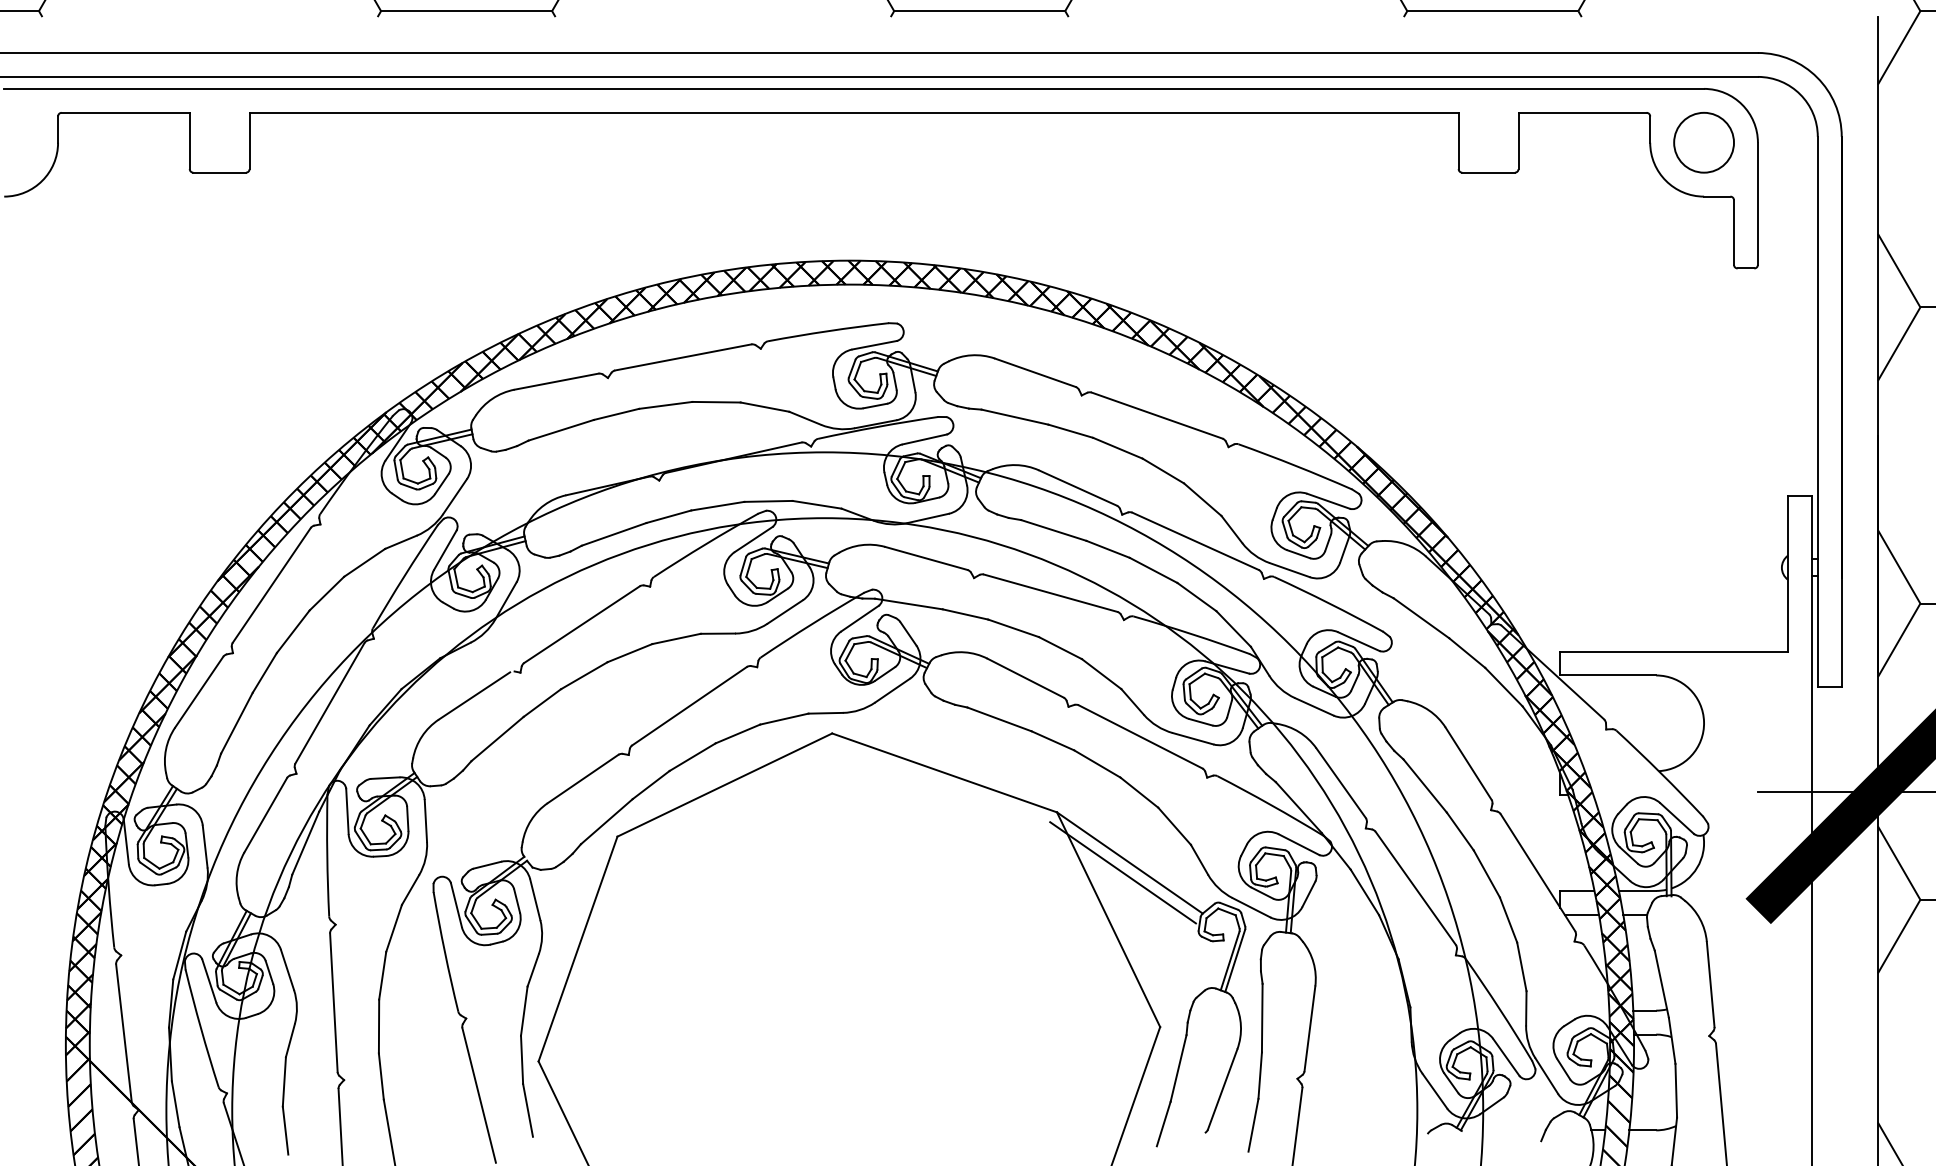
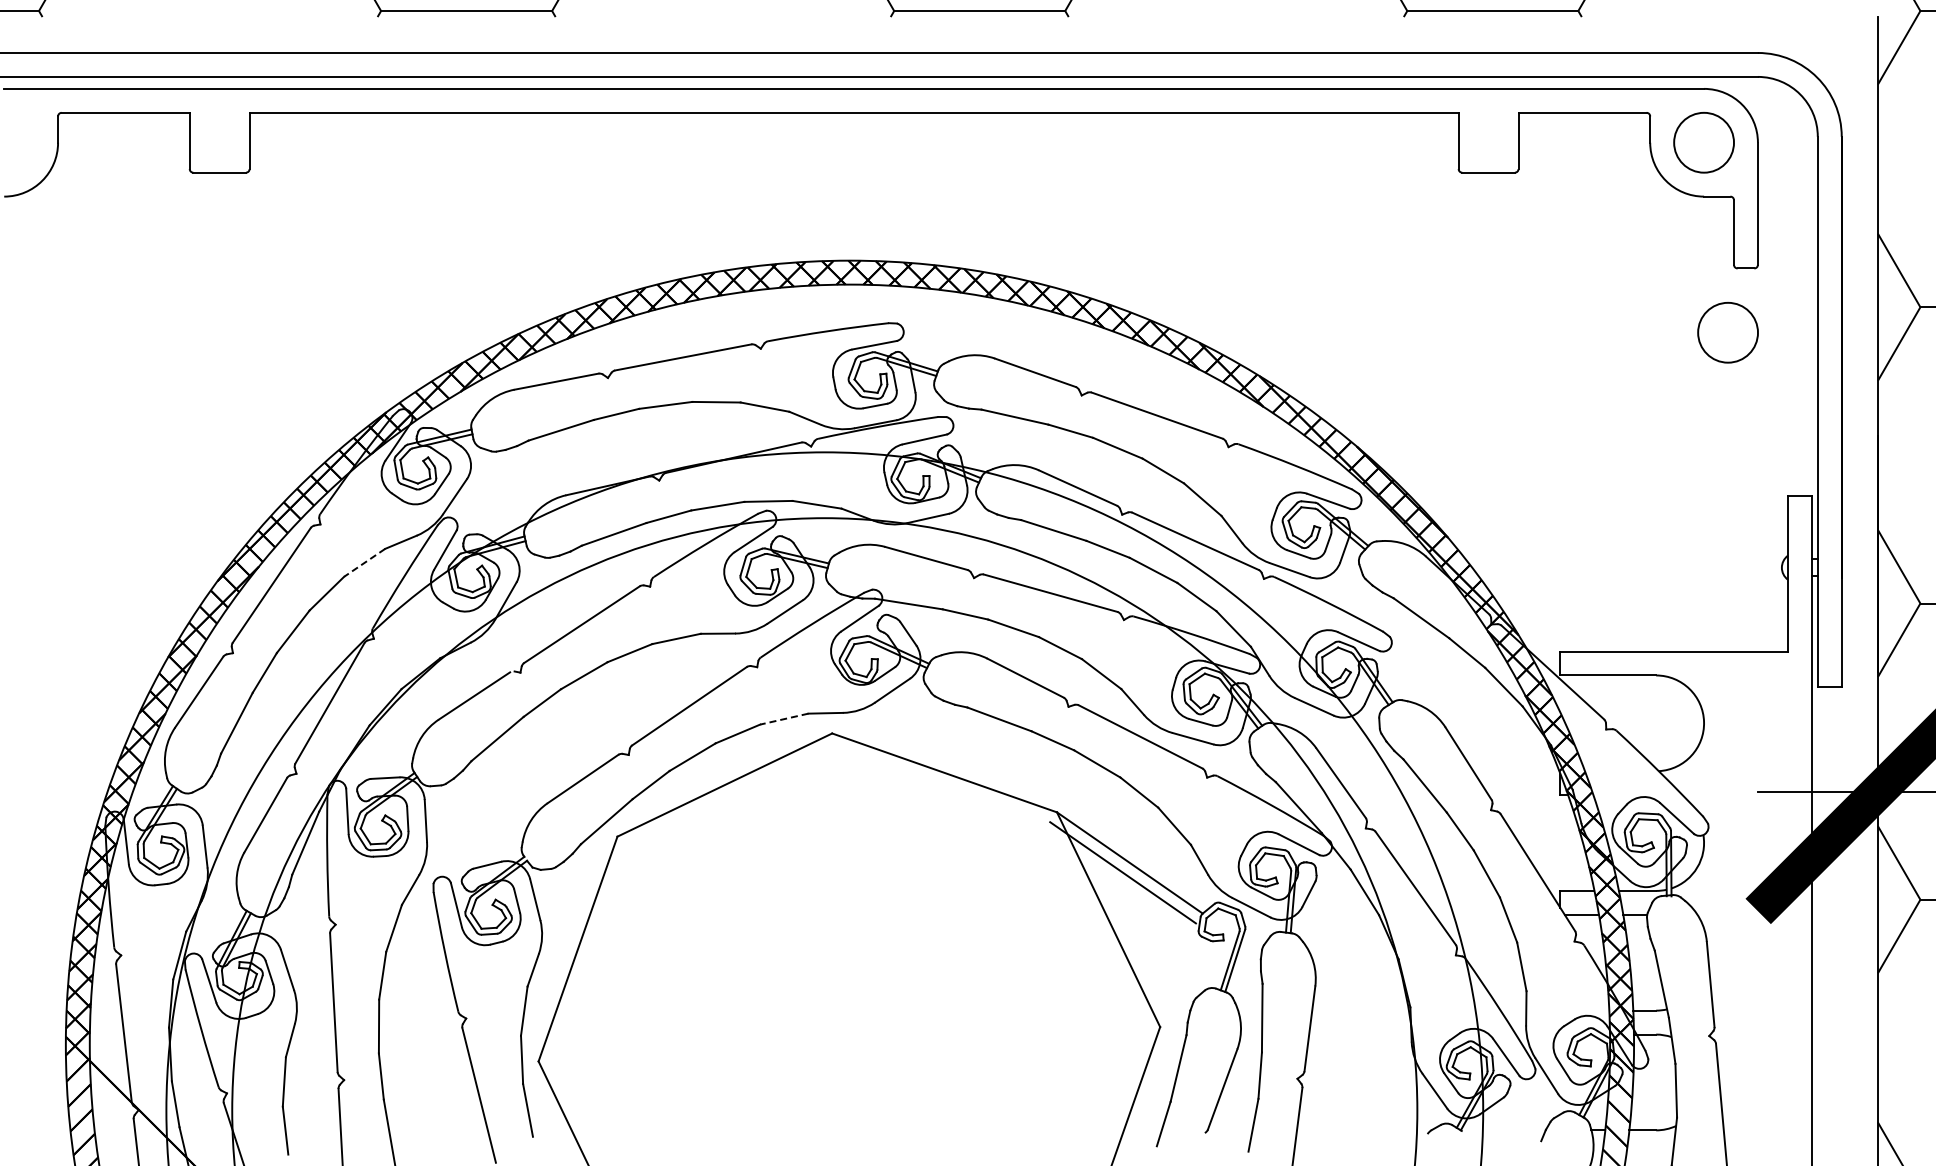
circle at (1727, 332): none -> present
line at (364, 562): solid -> dashed
line at (784, 719): solid -> dashed
